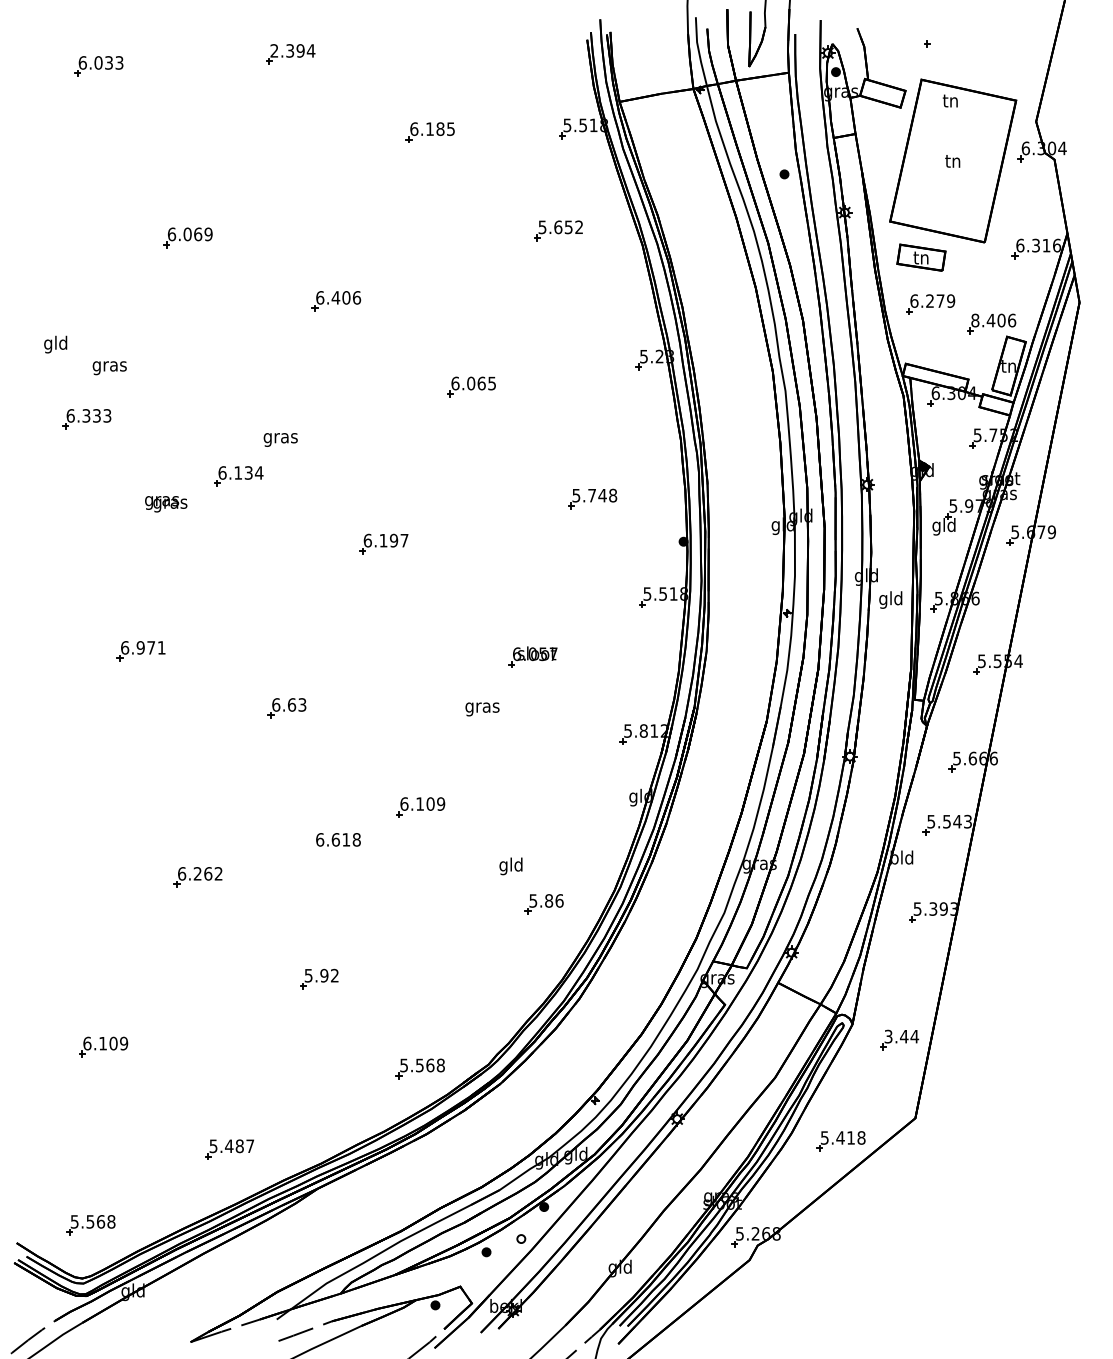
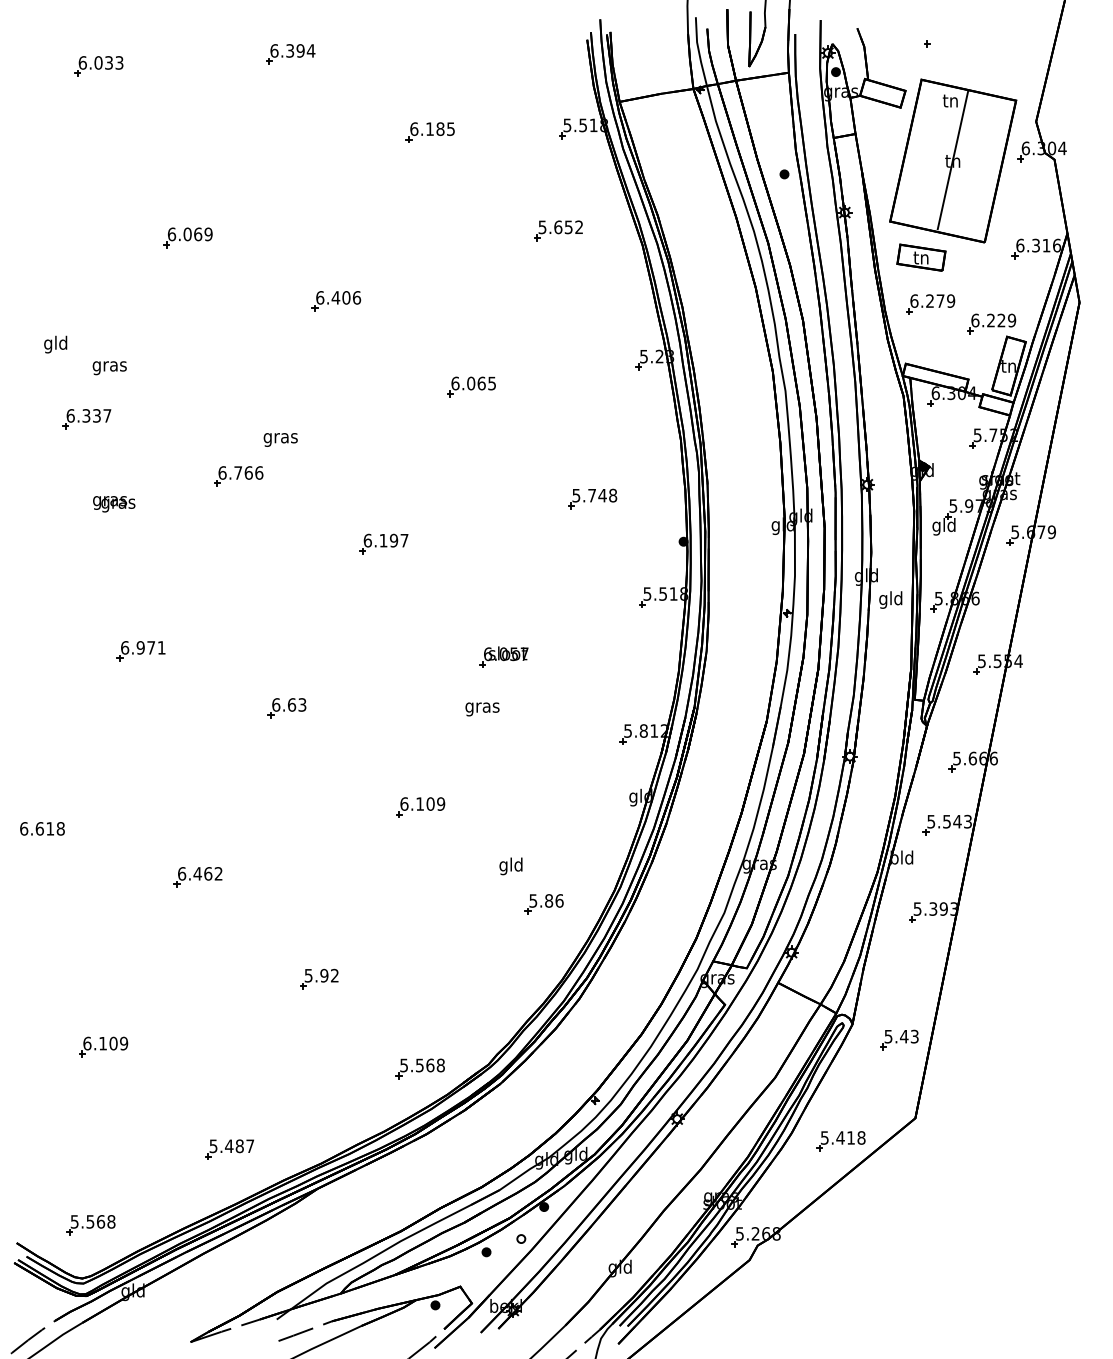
text at (274, 50): 2.394 -> 6.394
line at (952, 160): none -> present
text at (993, 320): 8.406 -> 6.229
text at (107, 415): 6.333 -> 6.337
text at (248, 472): 6.134 -> 6.766
text at (166, 504) position: (166, 504) -> (114, 504)
part at (532, 656) position: (532, 656) -> (503, 656)
text at (338, 839) position: (338, 839) -> (42, 828)
text at (197, 873): 6.262 -> 6.462
text at (902, 1036): 3.44 -> 5.43
